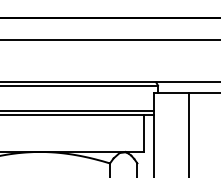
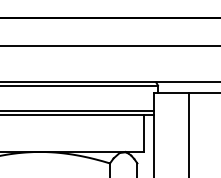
line at (109, 39) position: (109, 39) -> (109, 45)
